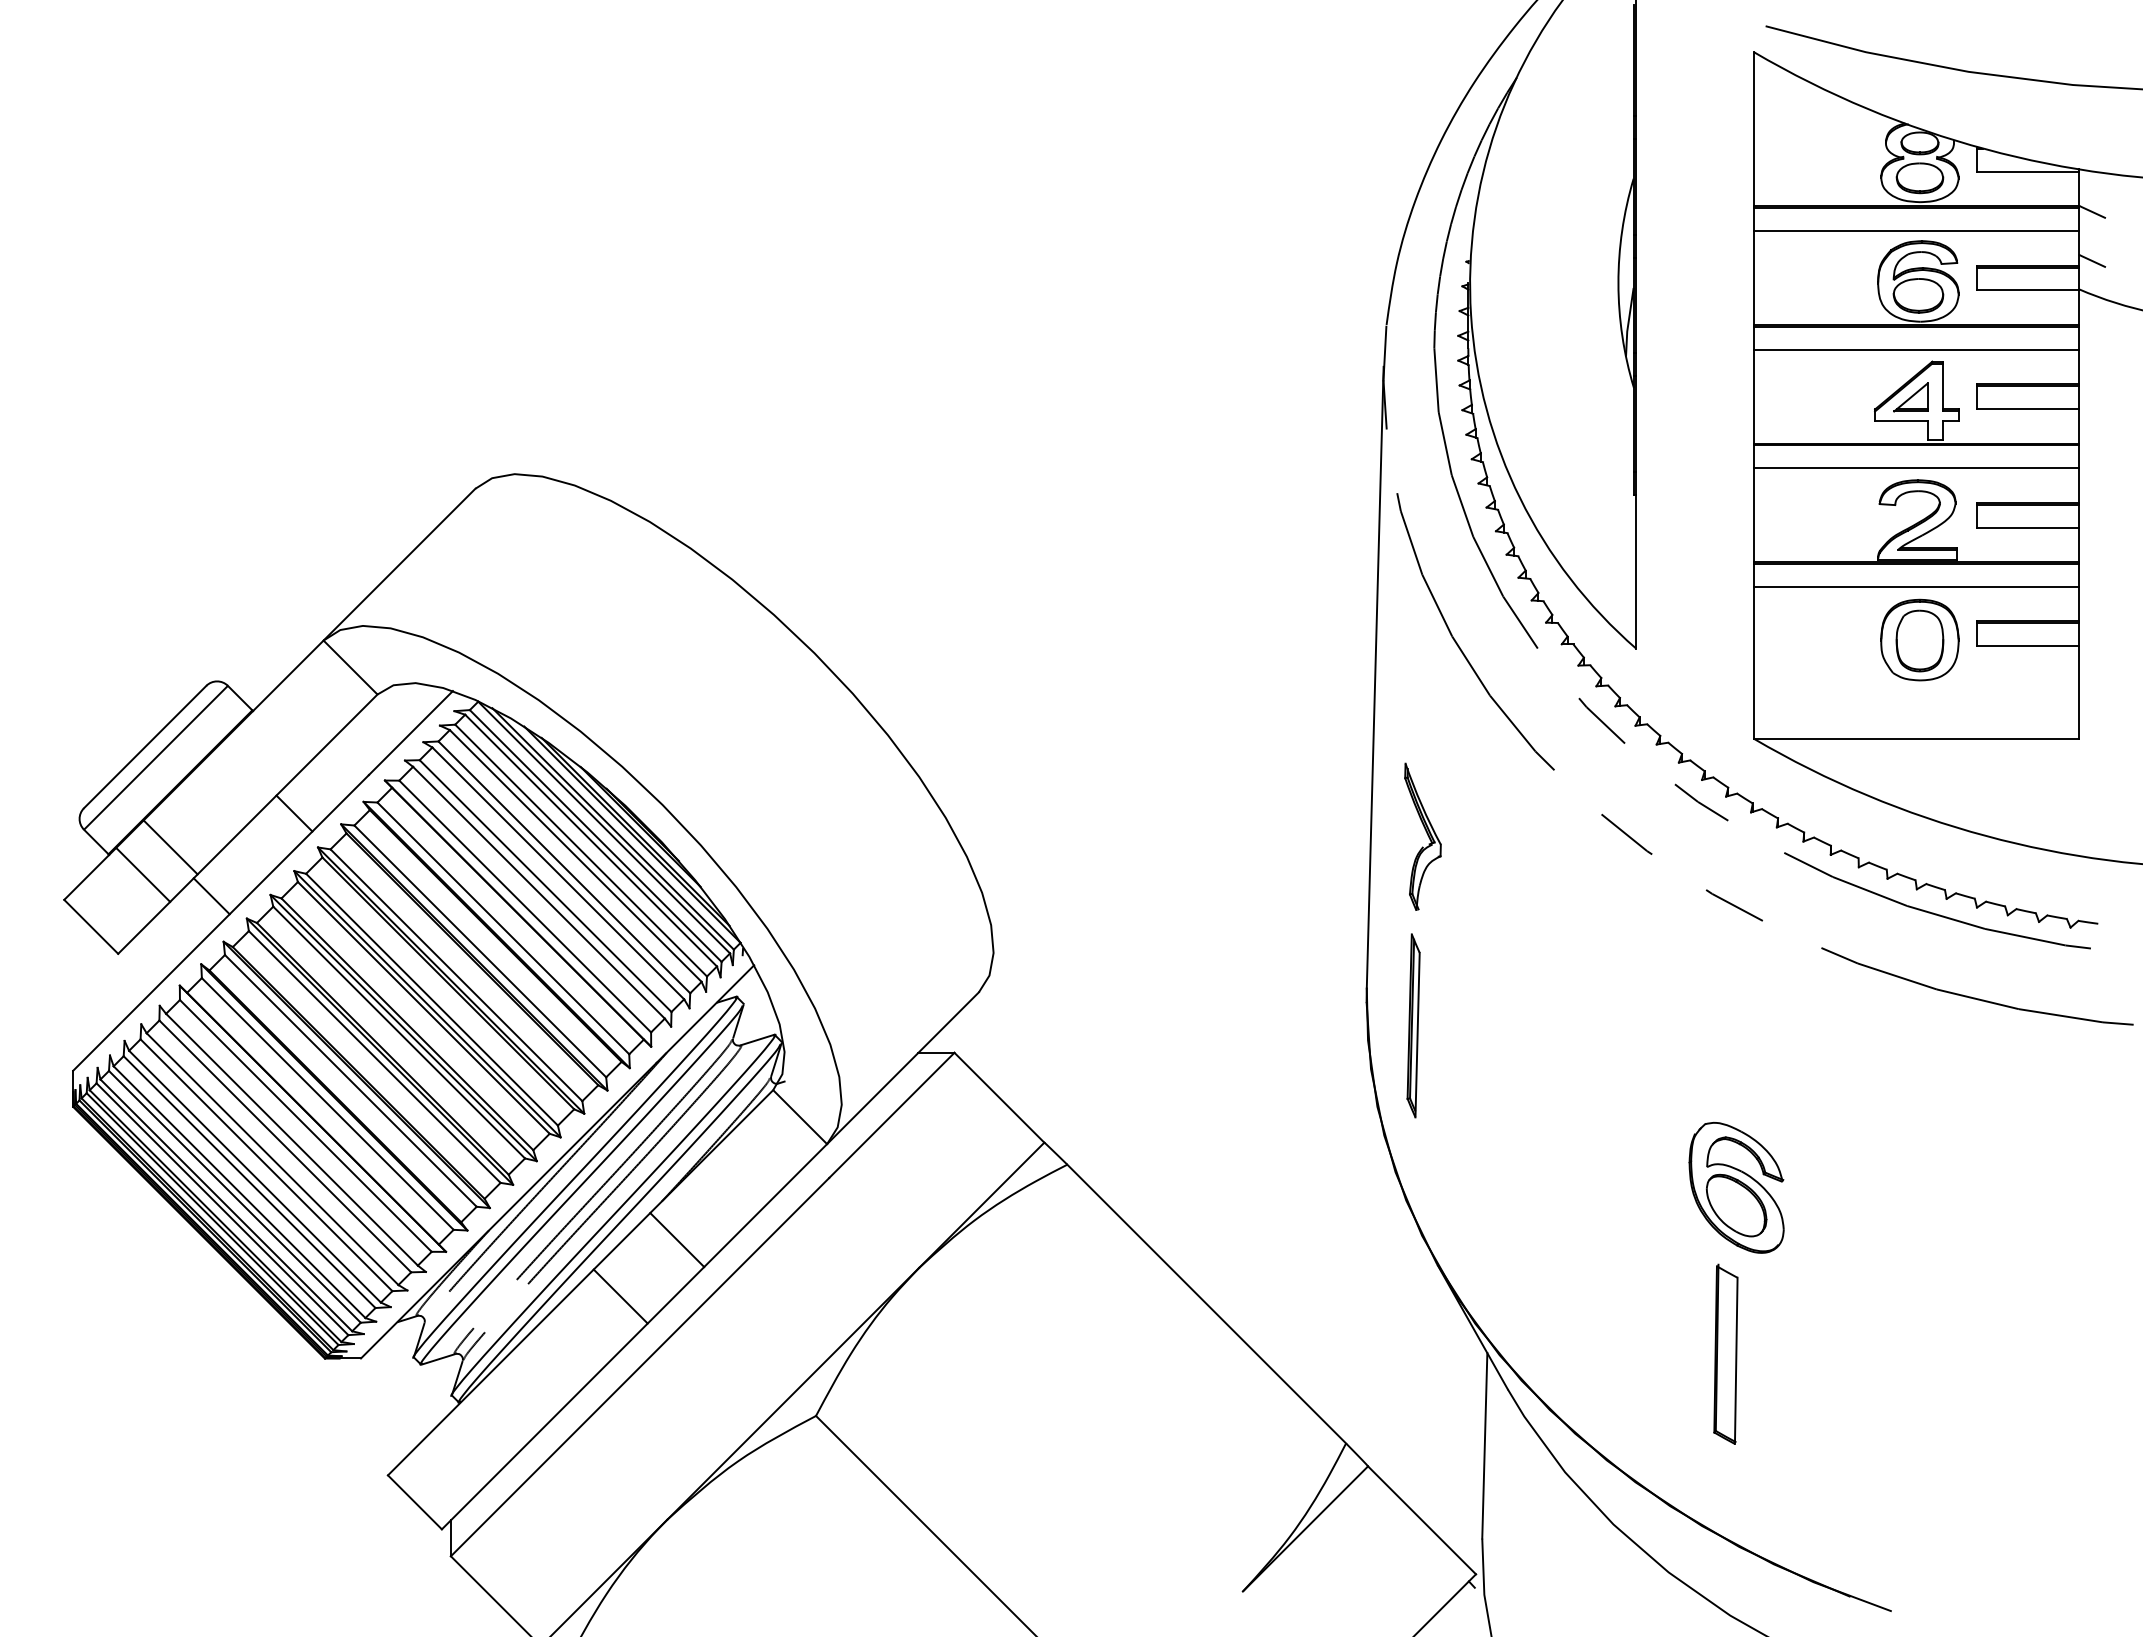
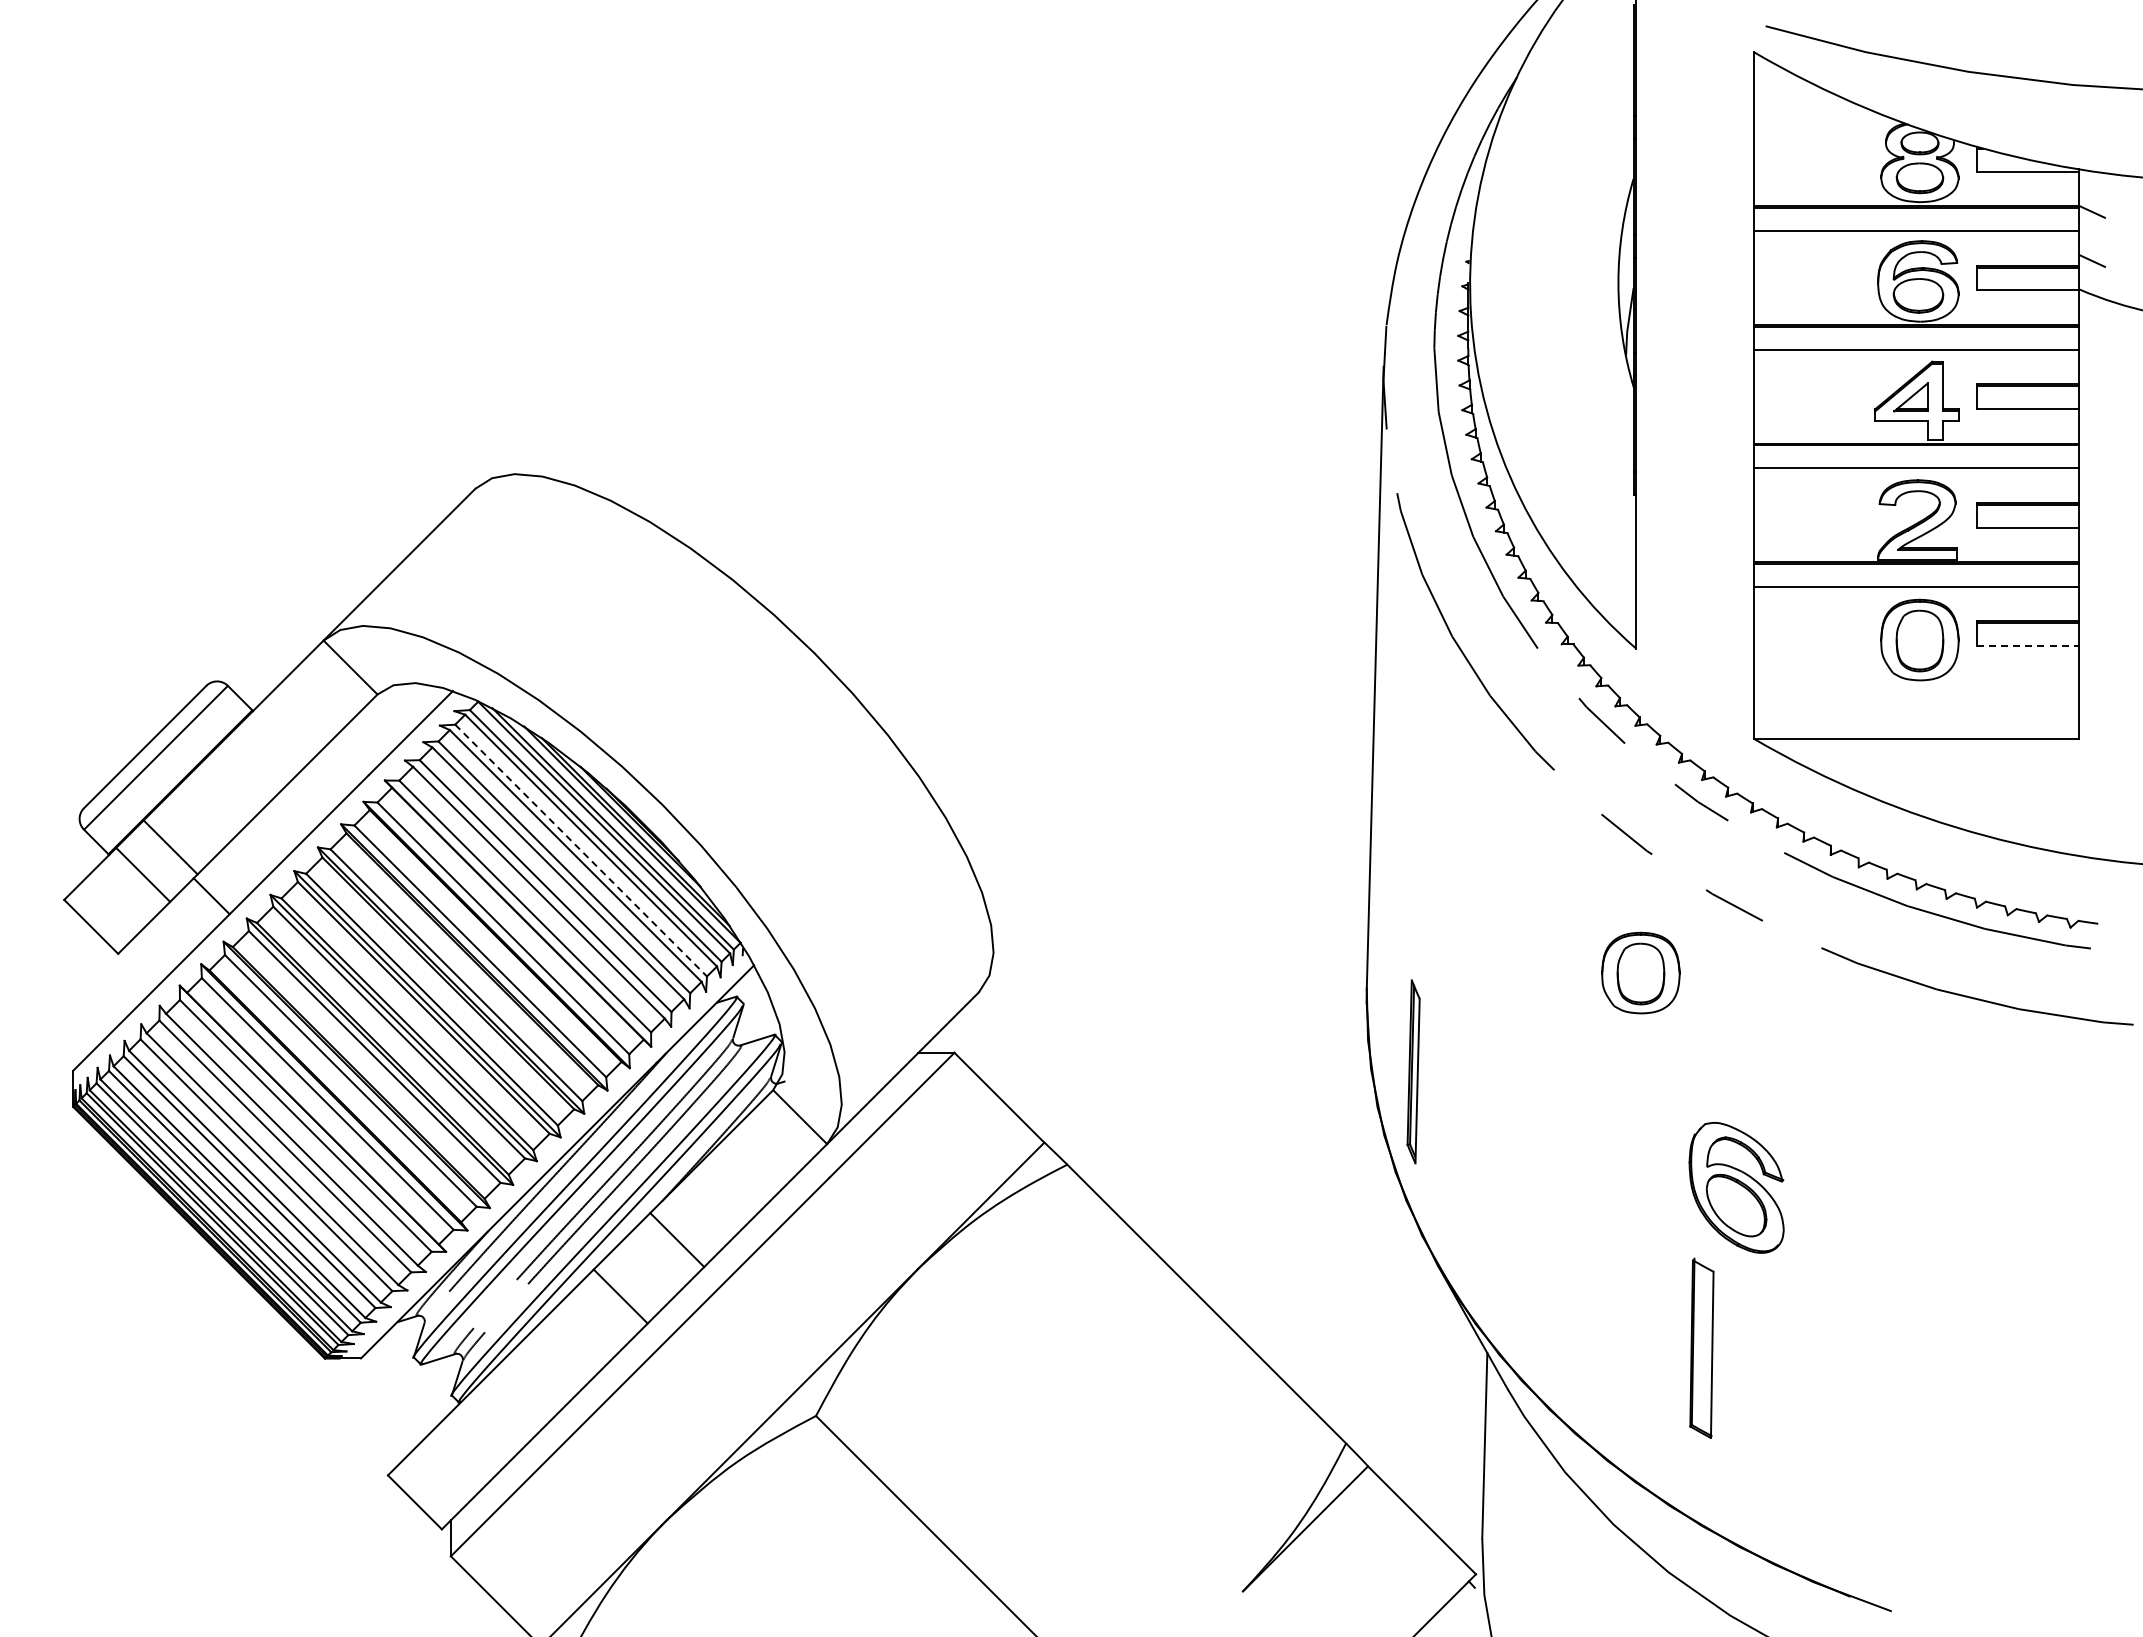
line at (2027, 646): solid -> dashed
line at (294, 813): present -> none
part at (1422, 836): present -> none
line at (581, 850): solid -> dashed
part at (1640, 972): none -> present
part at (1413, 1025) position: (1413, 1025) -> (1413, 1071)
part at (1725, 1353) position: (1725, 1353) -> (1701, 1347)
